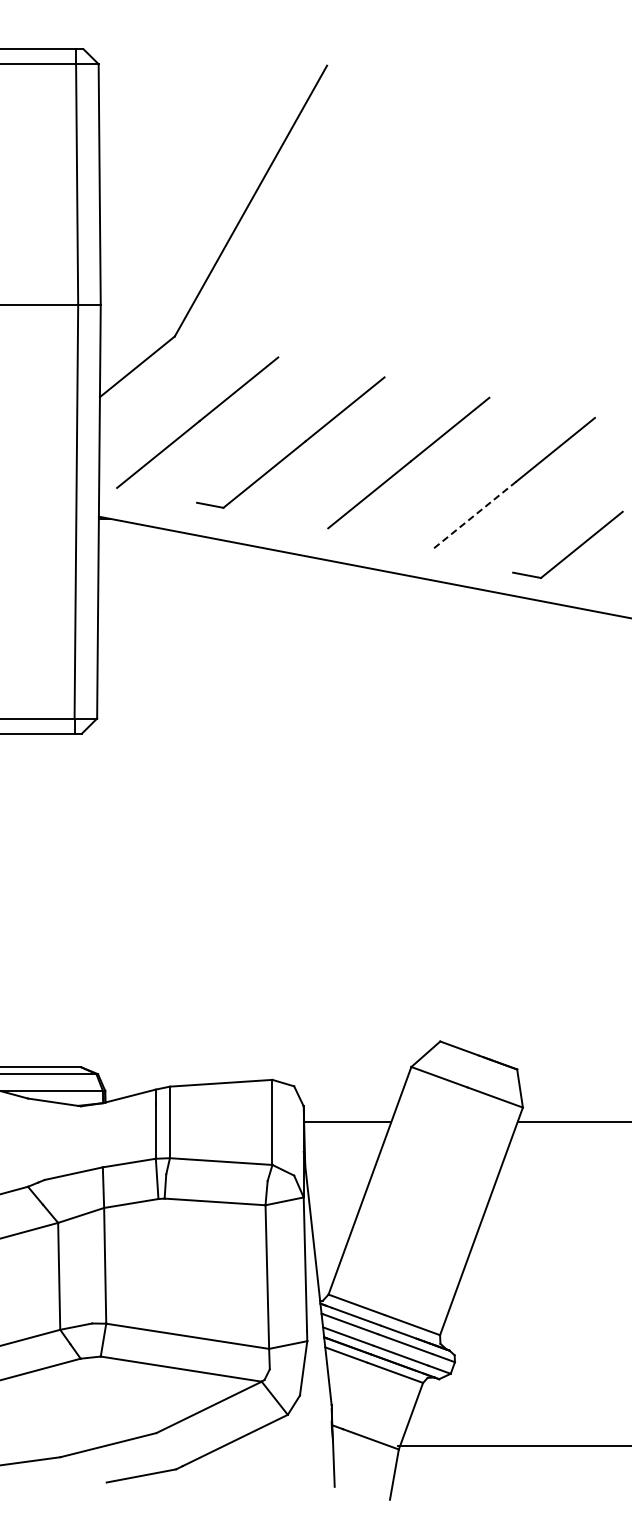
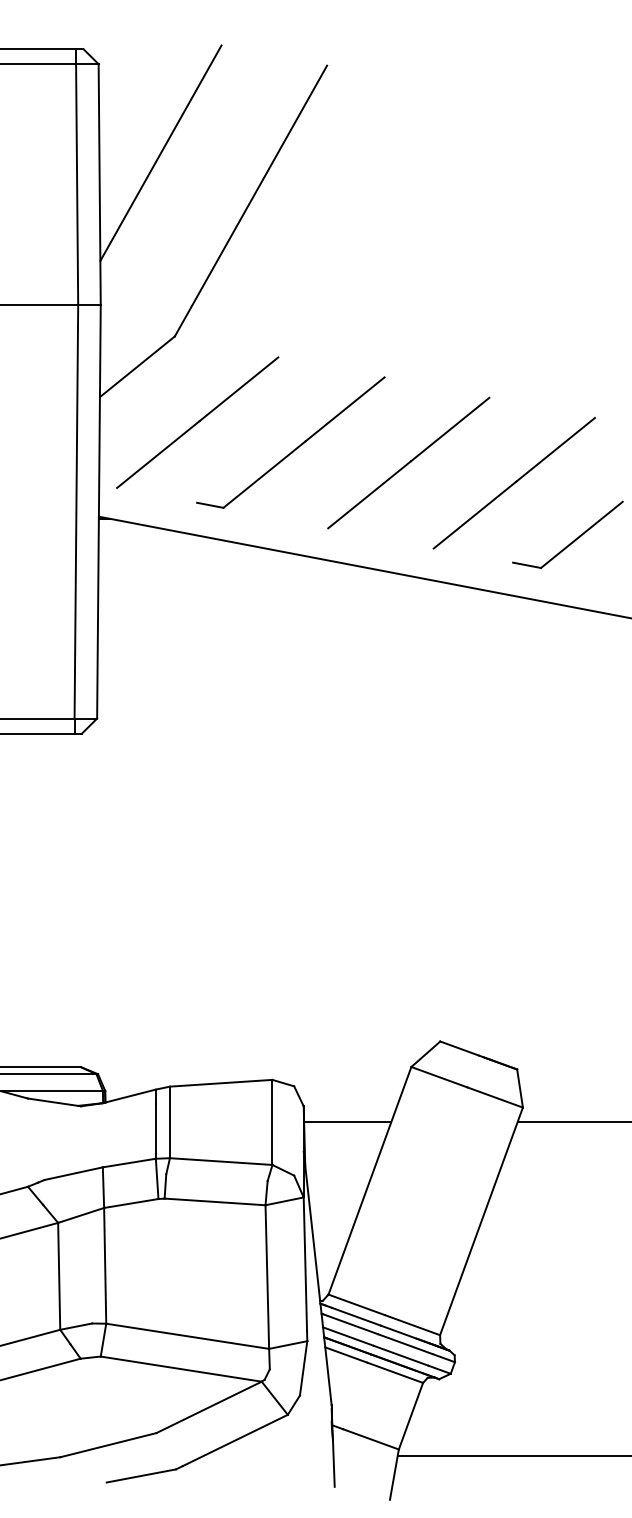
line at (160, 152): none -> present
line at (474, 515): dashed -> solid
part at (573, 550) position: (573, 550) -> (573, 540)
line at (512, 1446) position: (512, 1446) -> (512, 1456)
